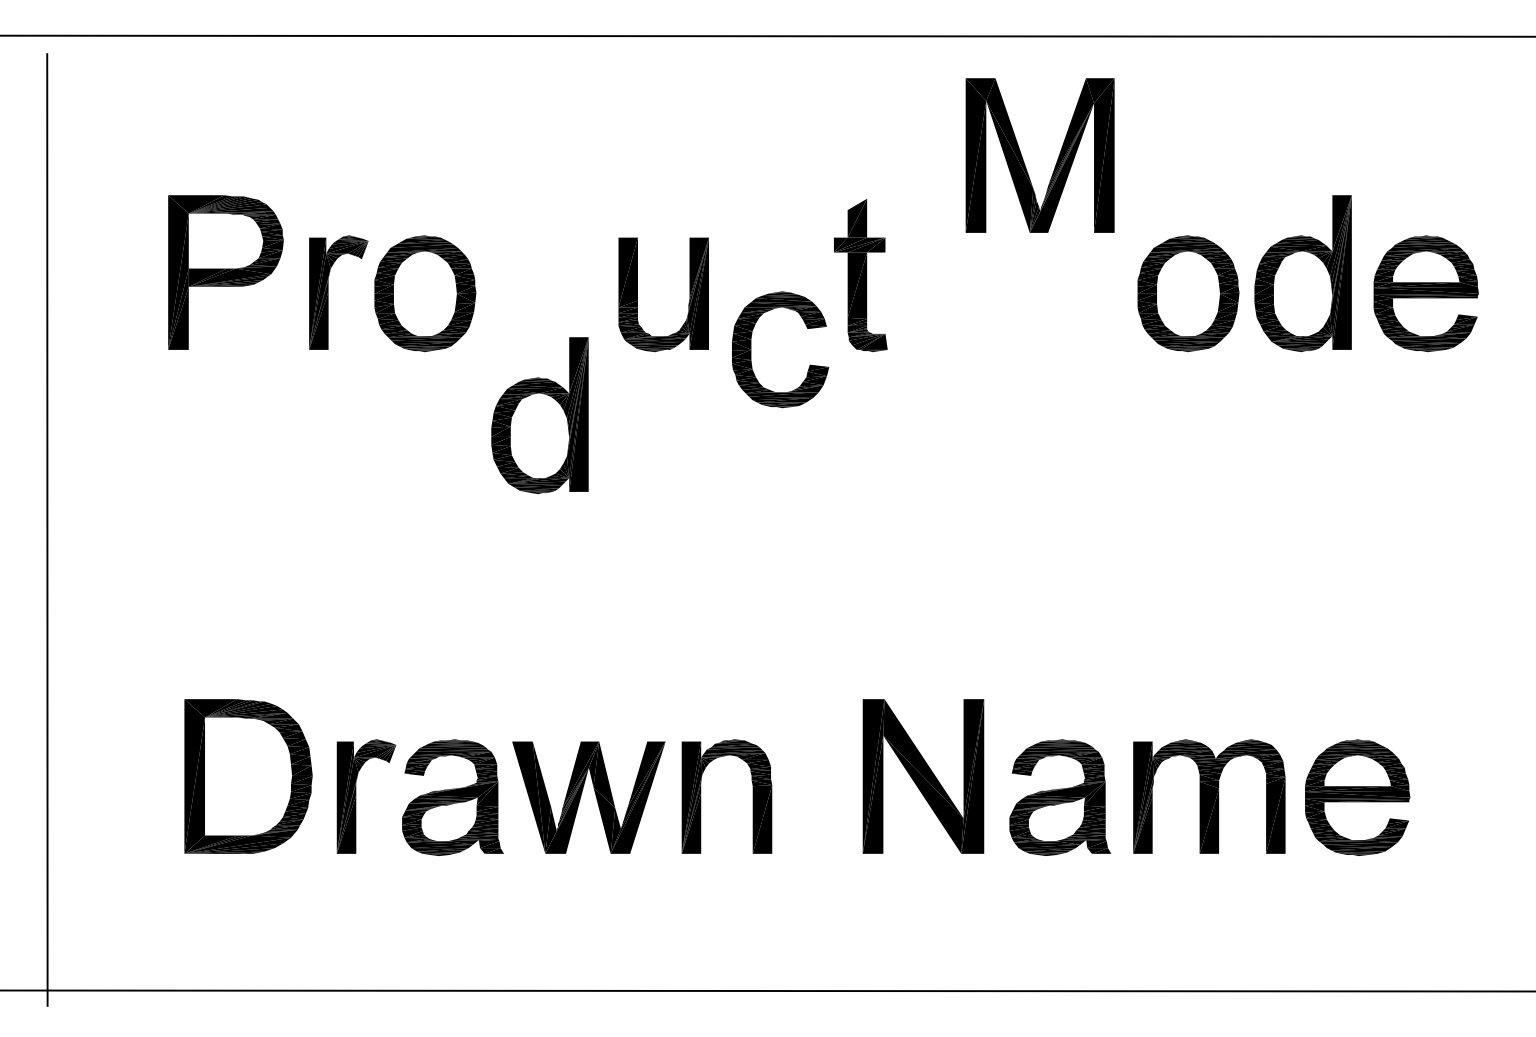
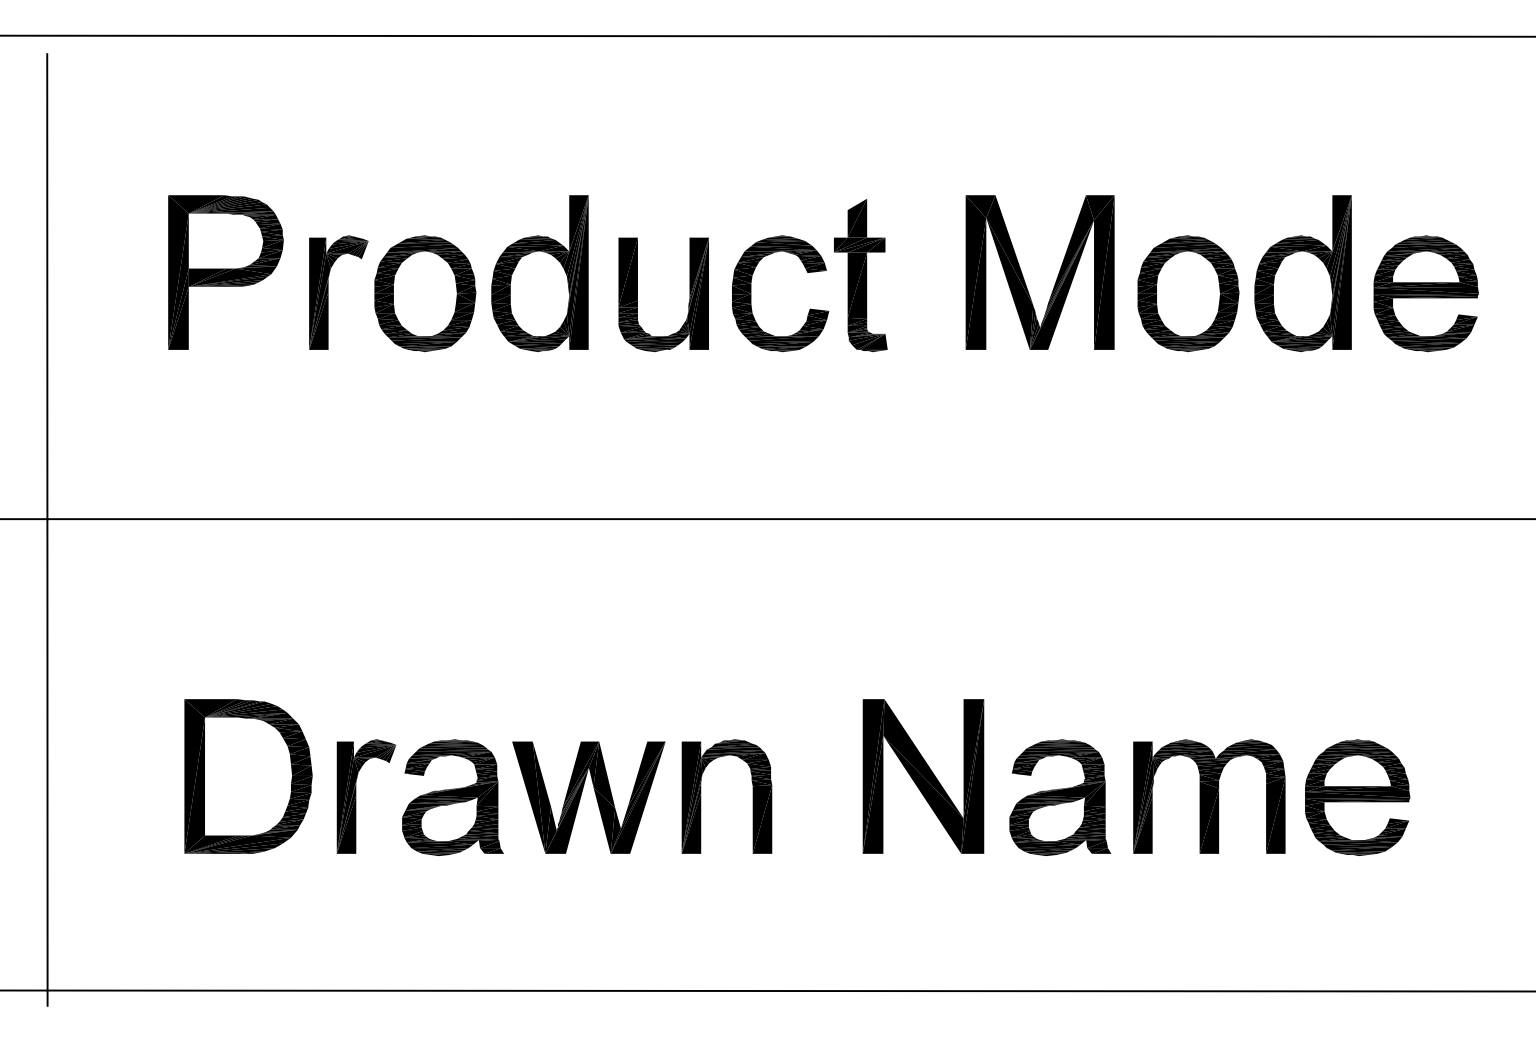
part at (1024, 161) position: (1024, 161) -> (1024, 278)
part at (751, 349) position: (751, 349) -> (751, 293)
part at (539, 415) position: (539, 415) -> (539, 273)
line at (767, 519): none -> present
